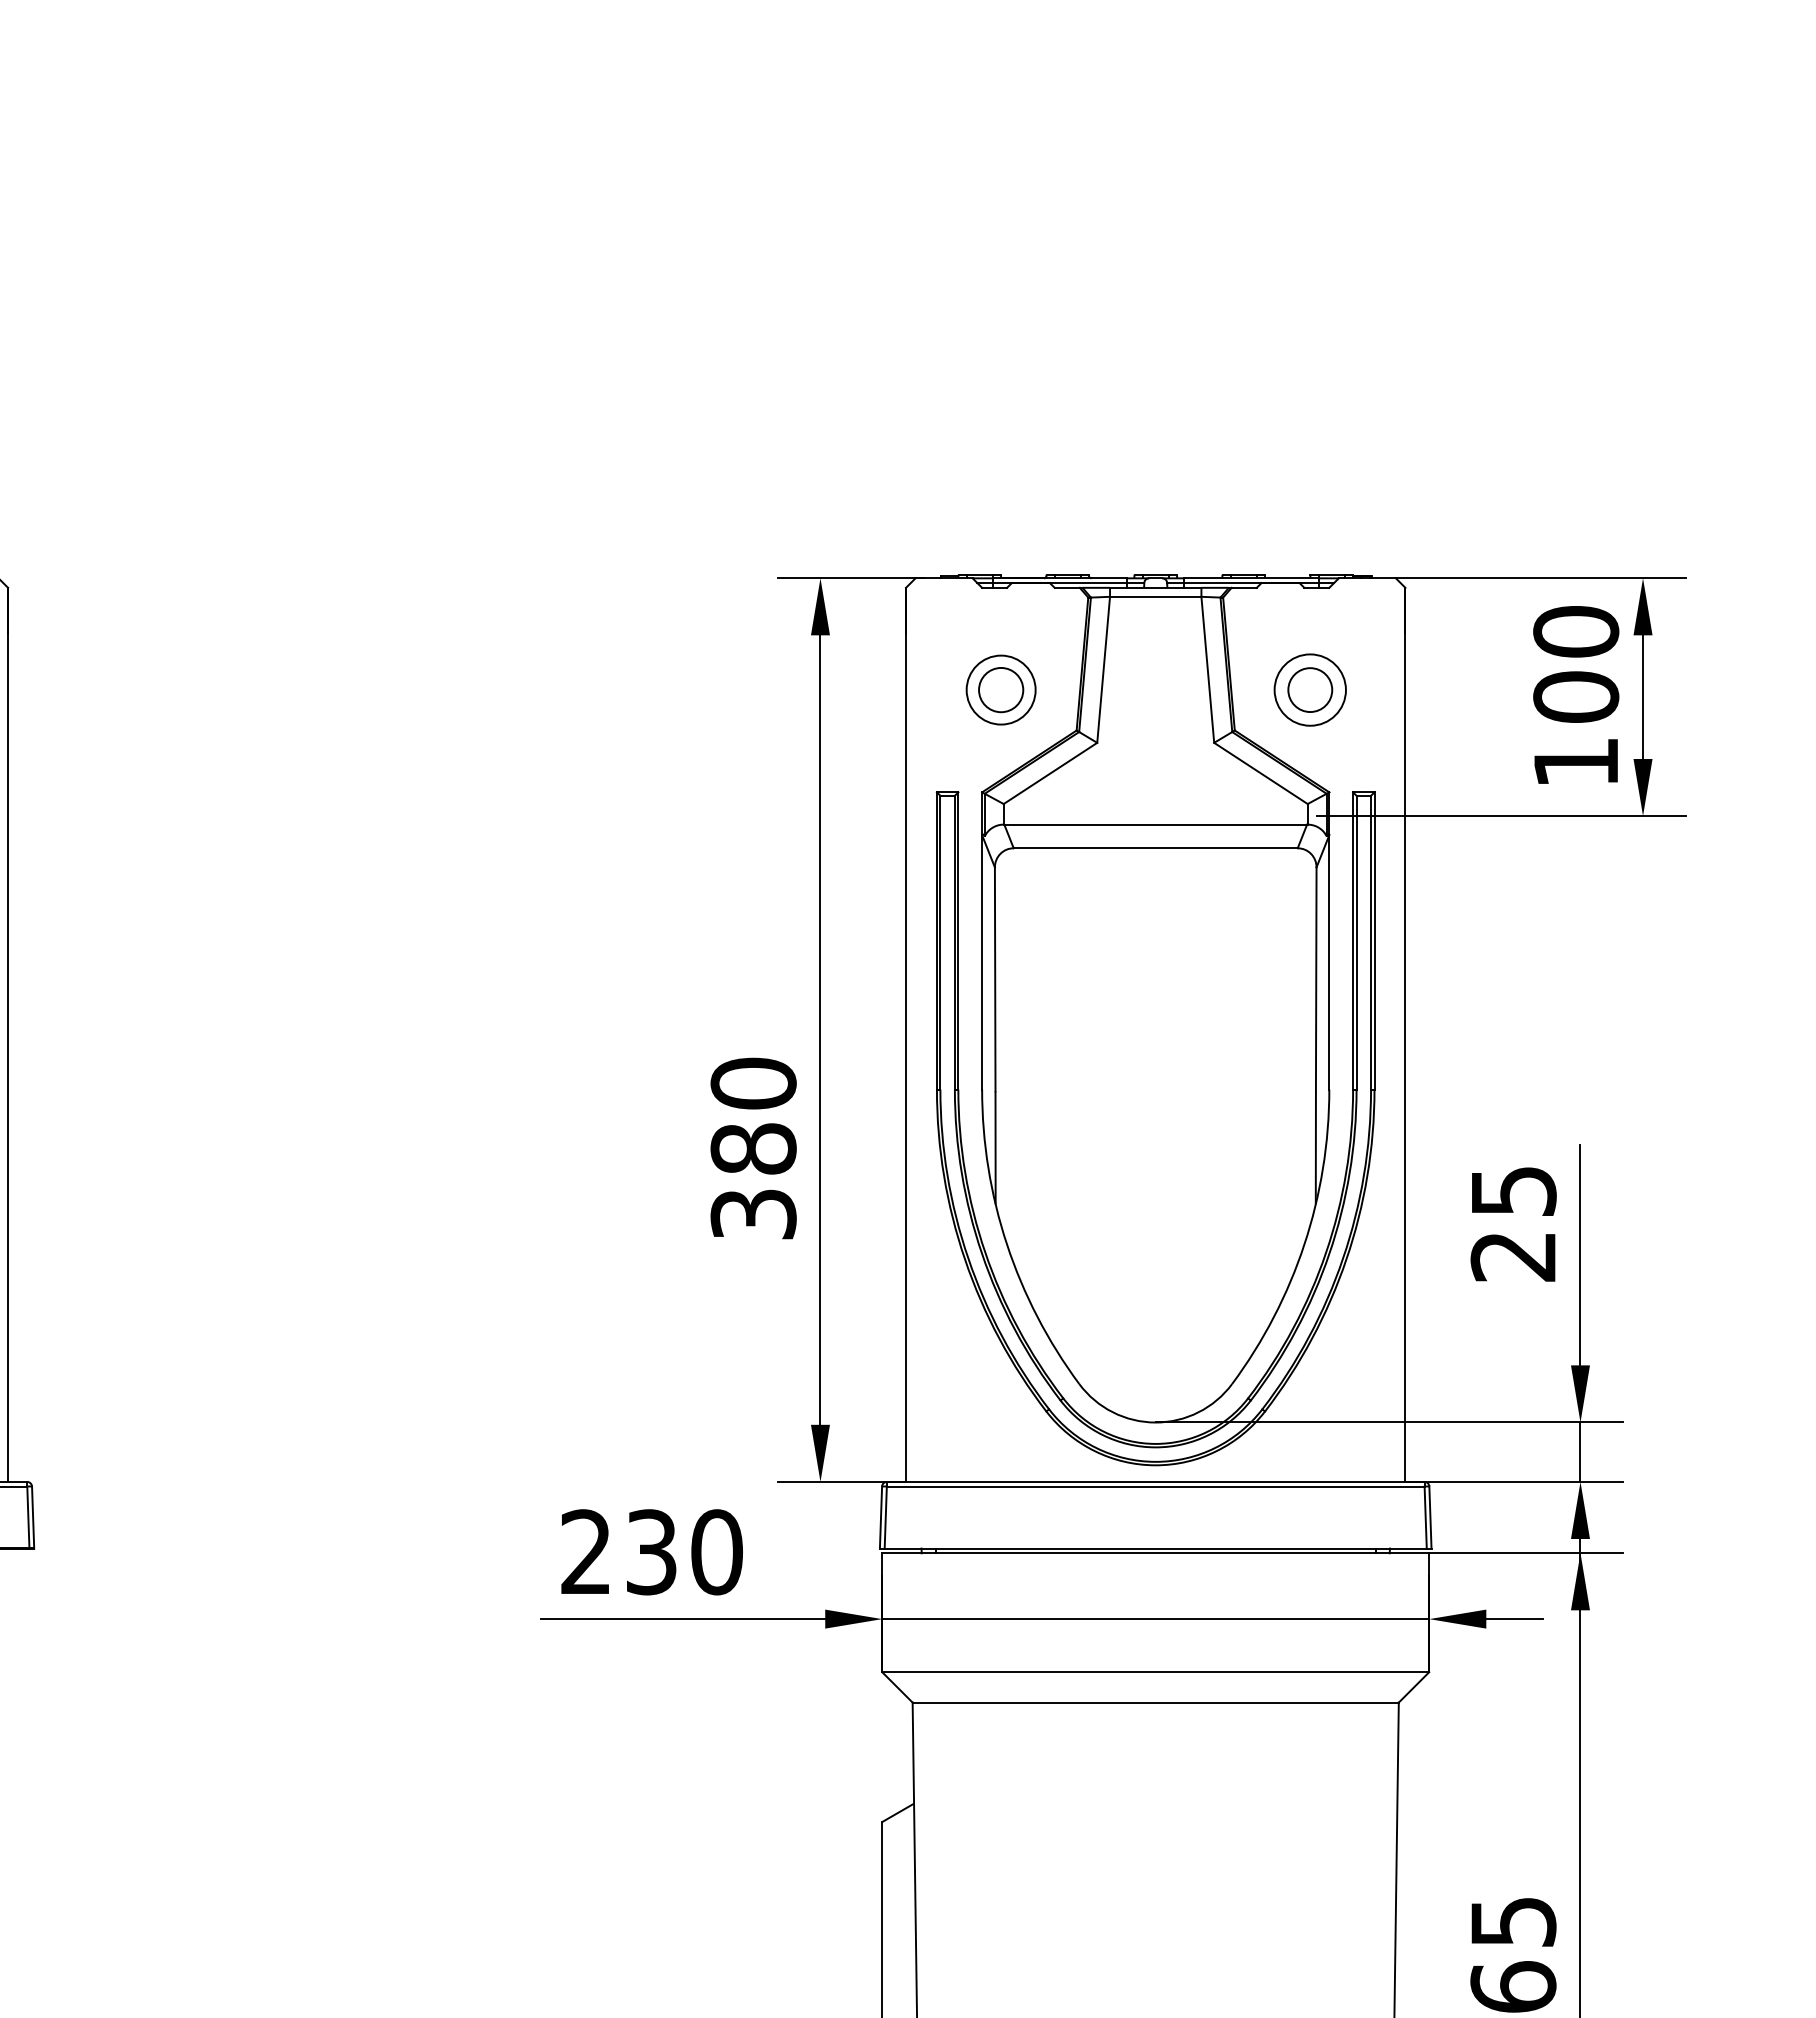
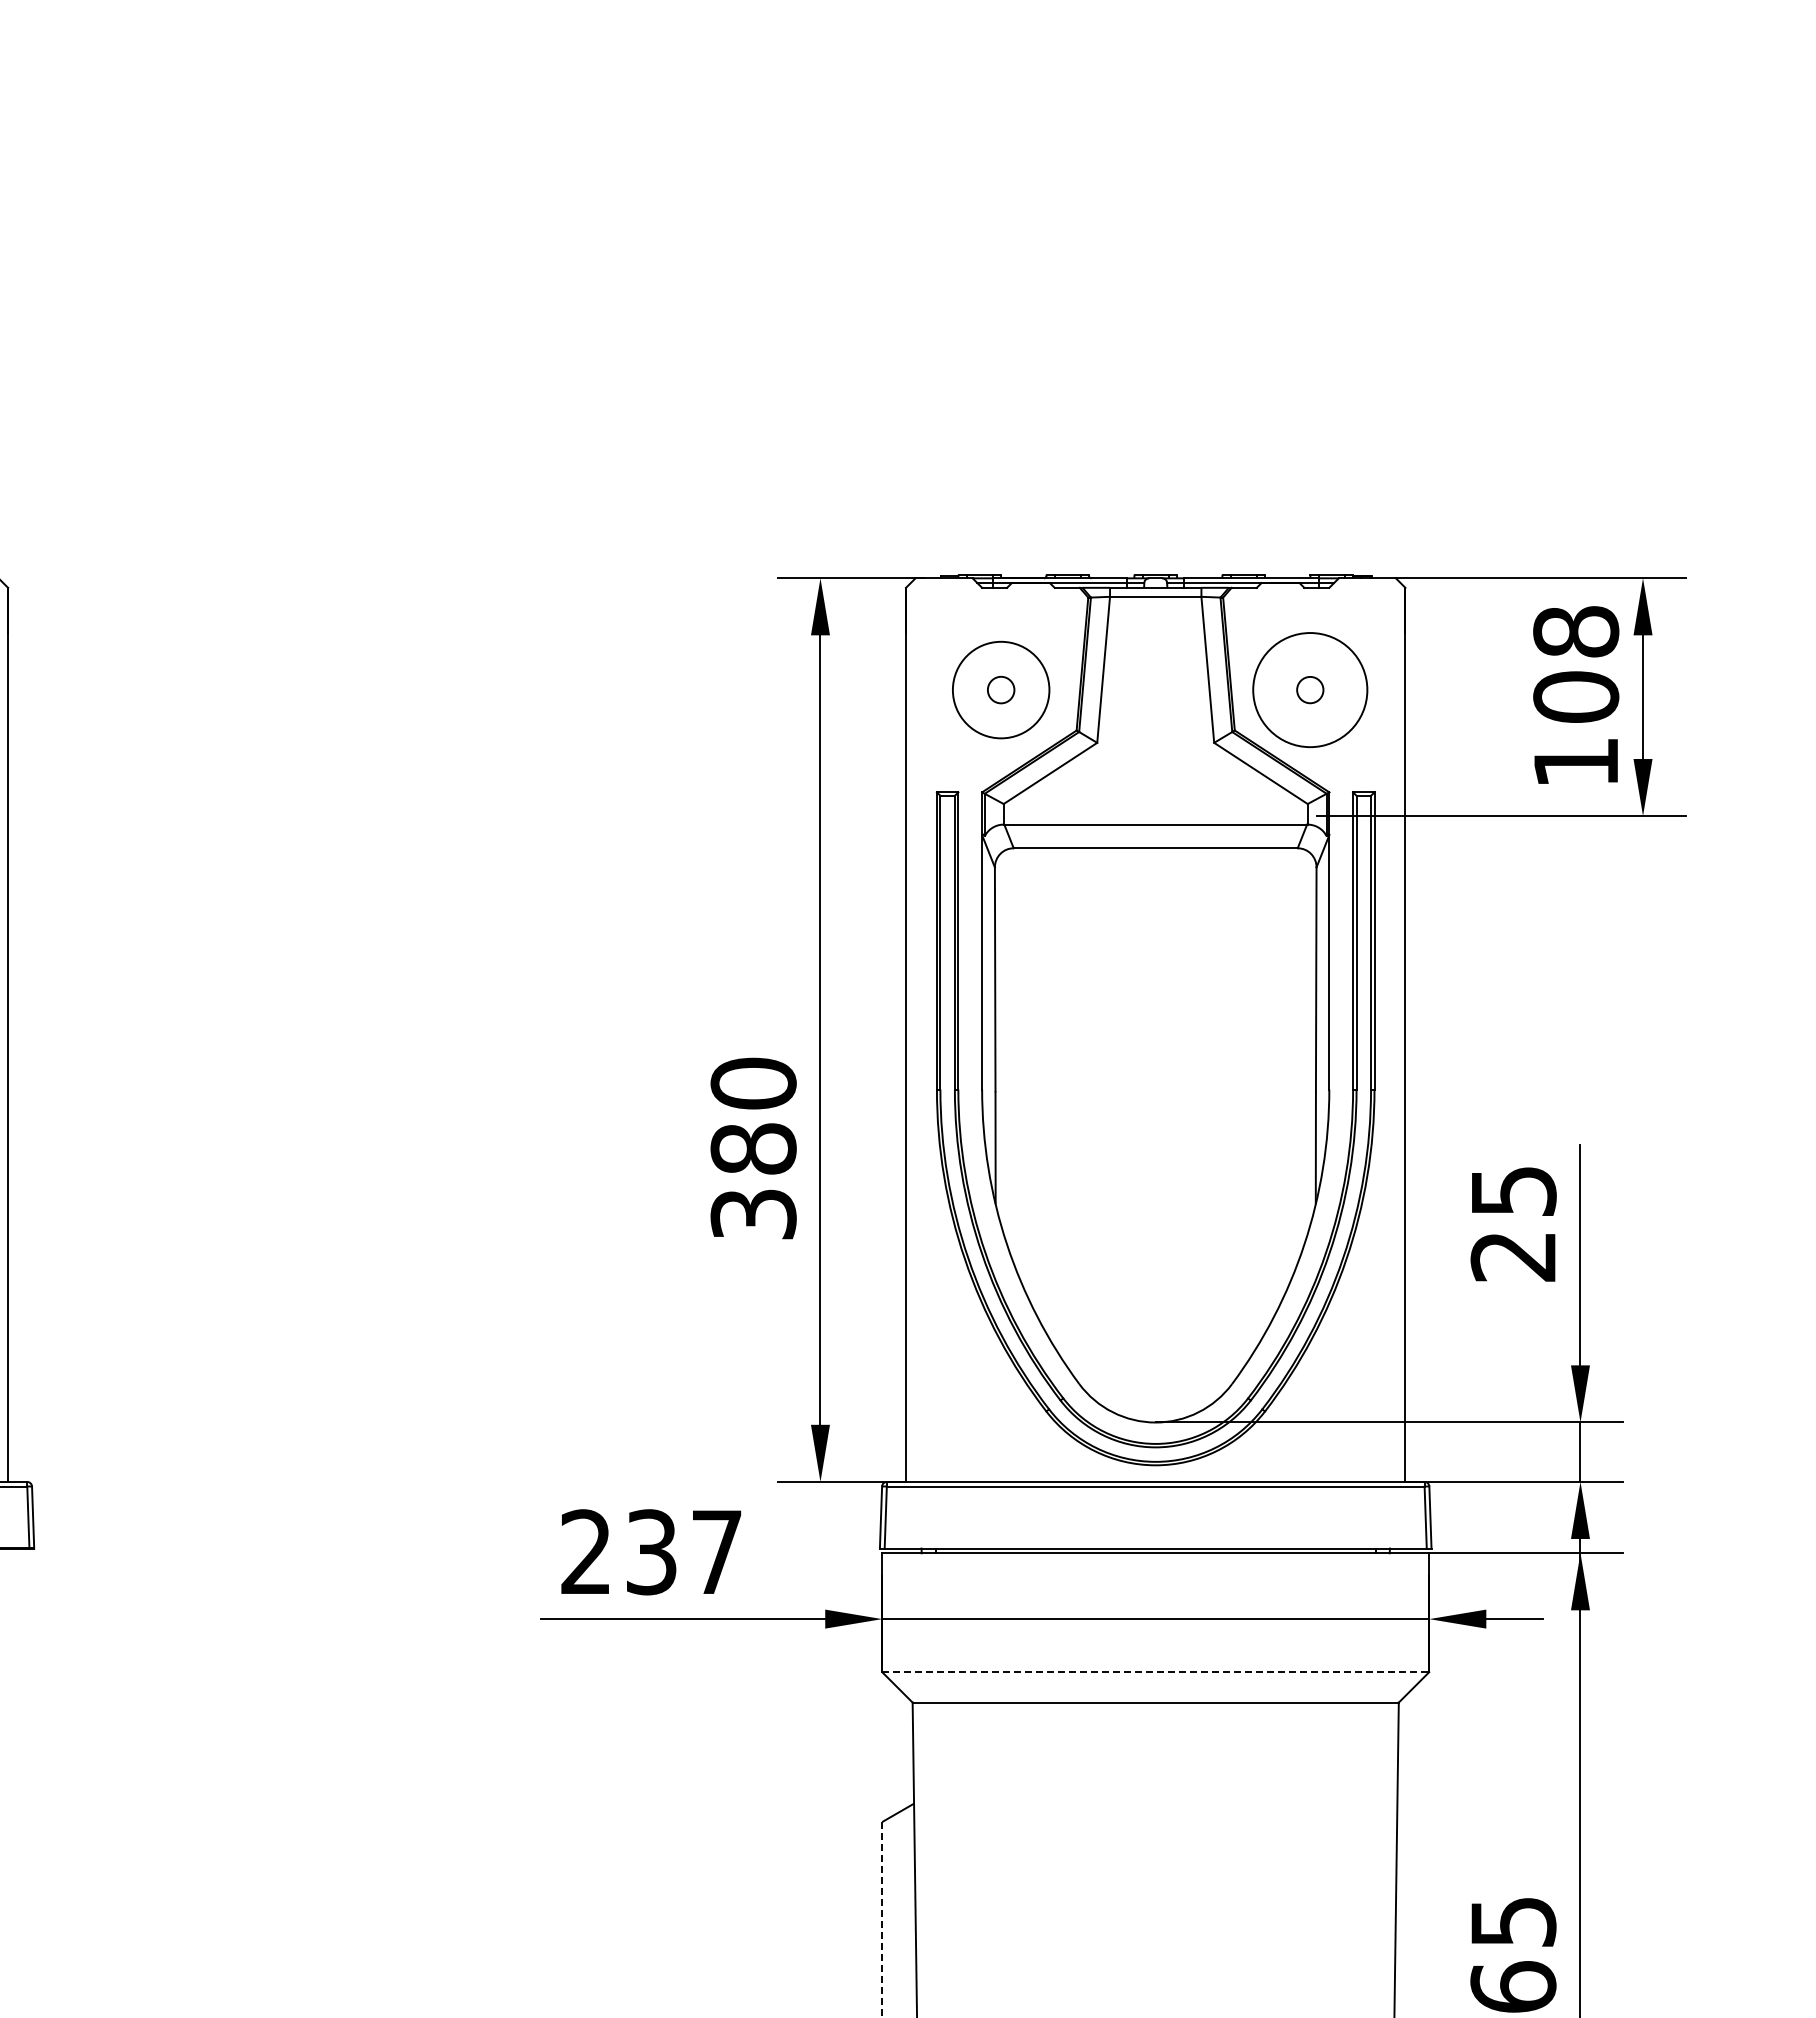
text at (1576, 631): 100 -> 108
circle at (1000, 689) diameter: 69 px -> 97 px
circle at (1001, 689) diameter: 44 px -> 27 px
circle at (1309, 689) diameter: 71 px -> 114 px
circle at (1310, 690) diameter: 44 px -> 26 px
text at (716, 1552): 230 -> 237
line at (1156, 1672): solid -> dashed
line at (882, 1919): solid -> dashed
